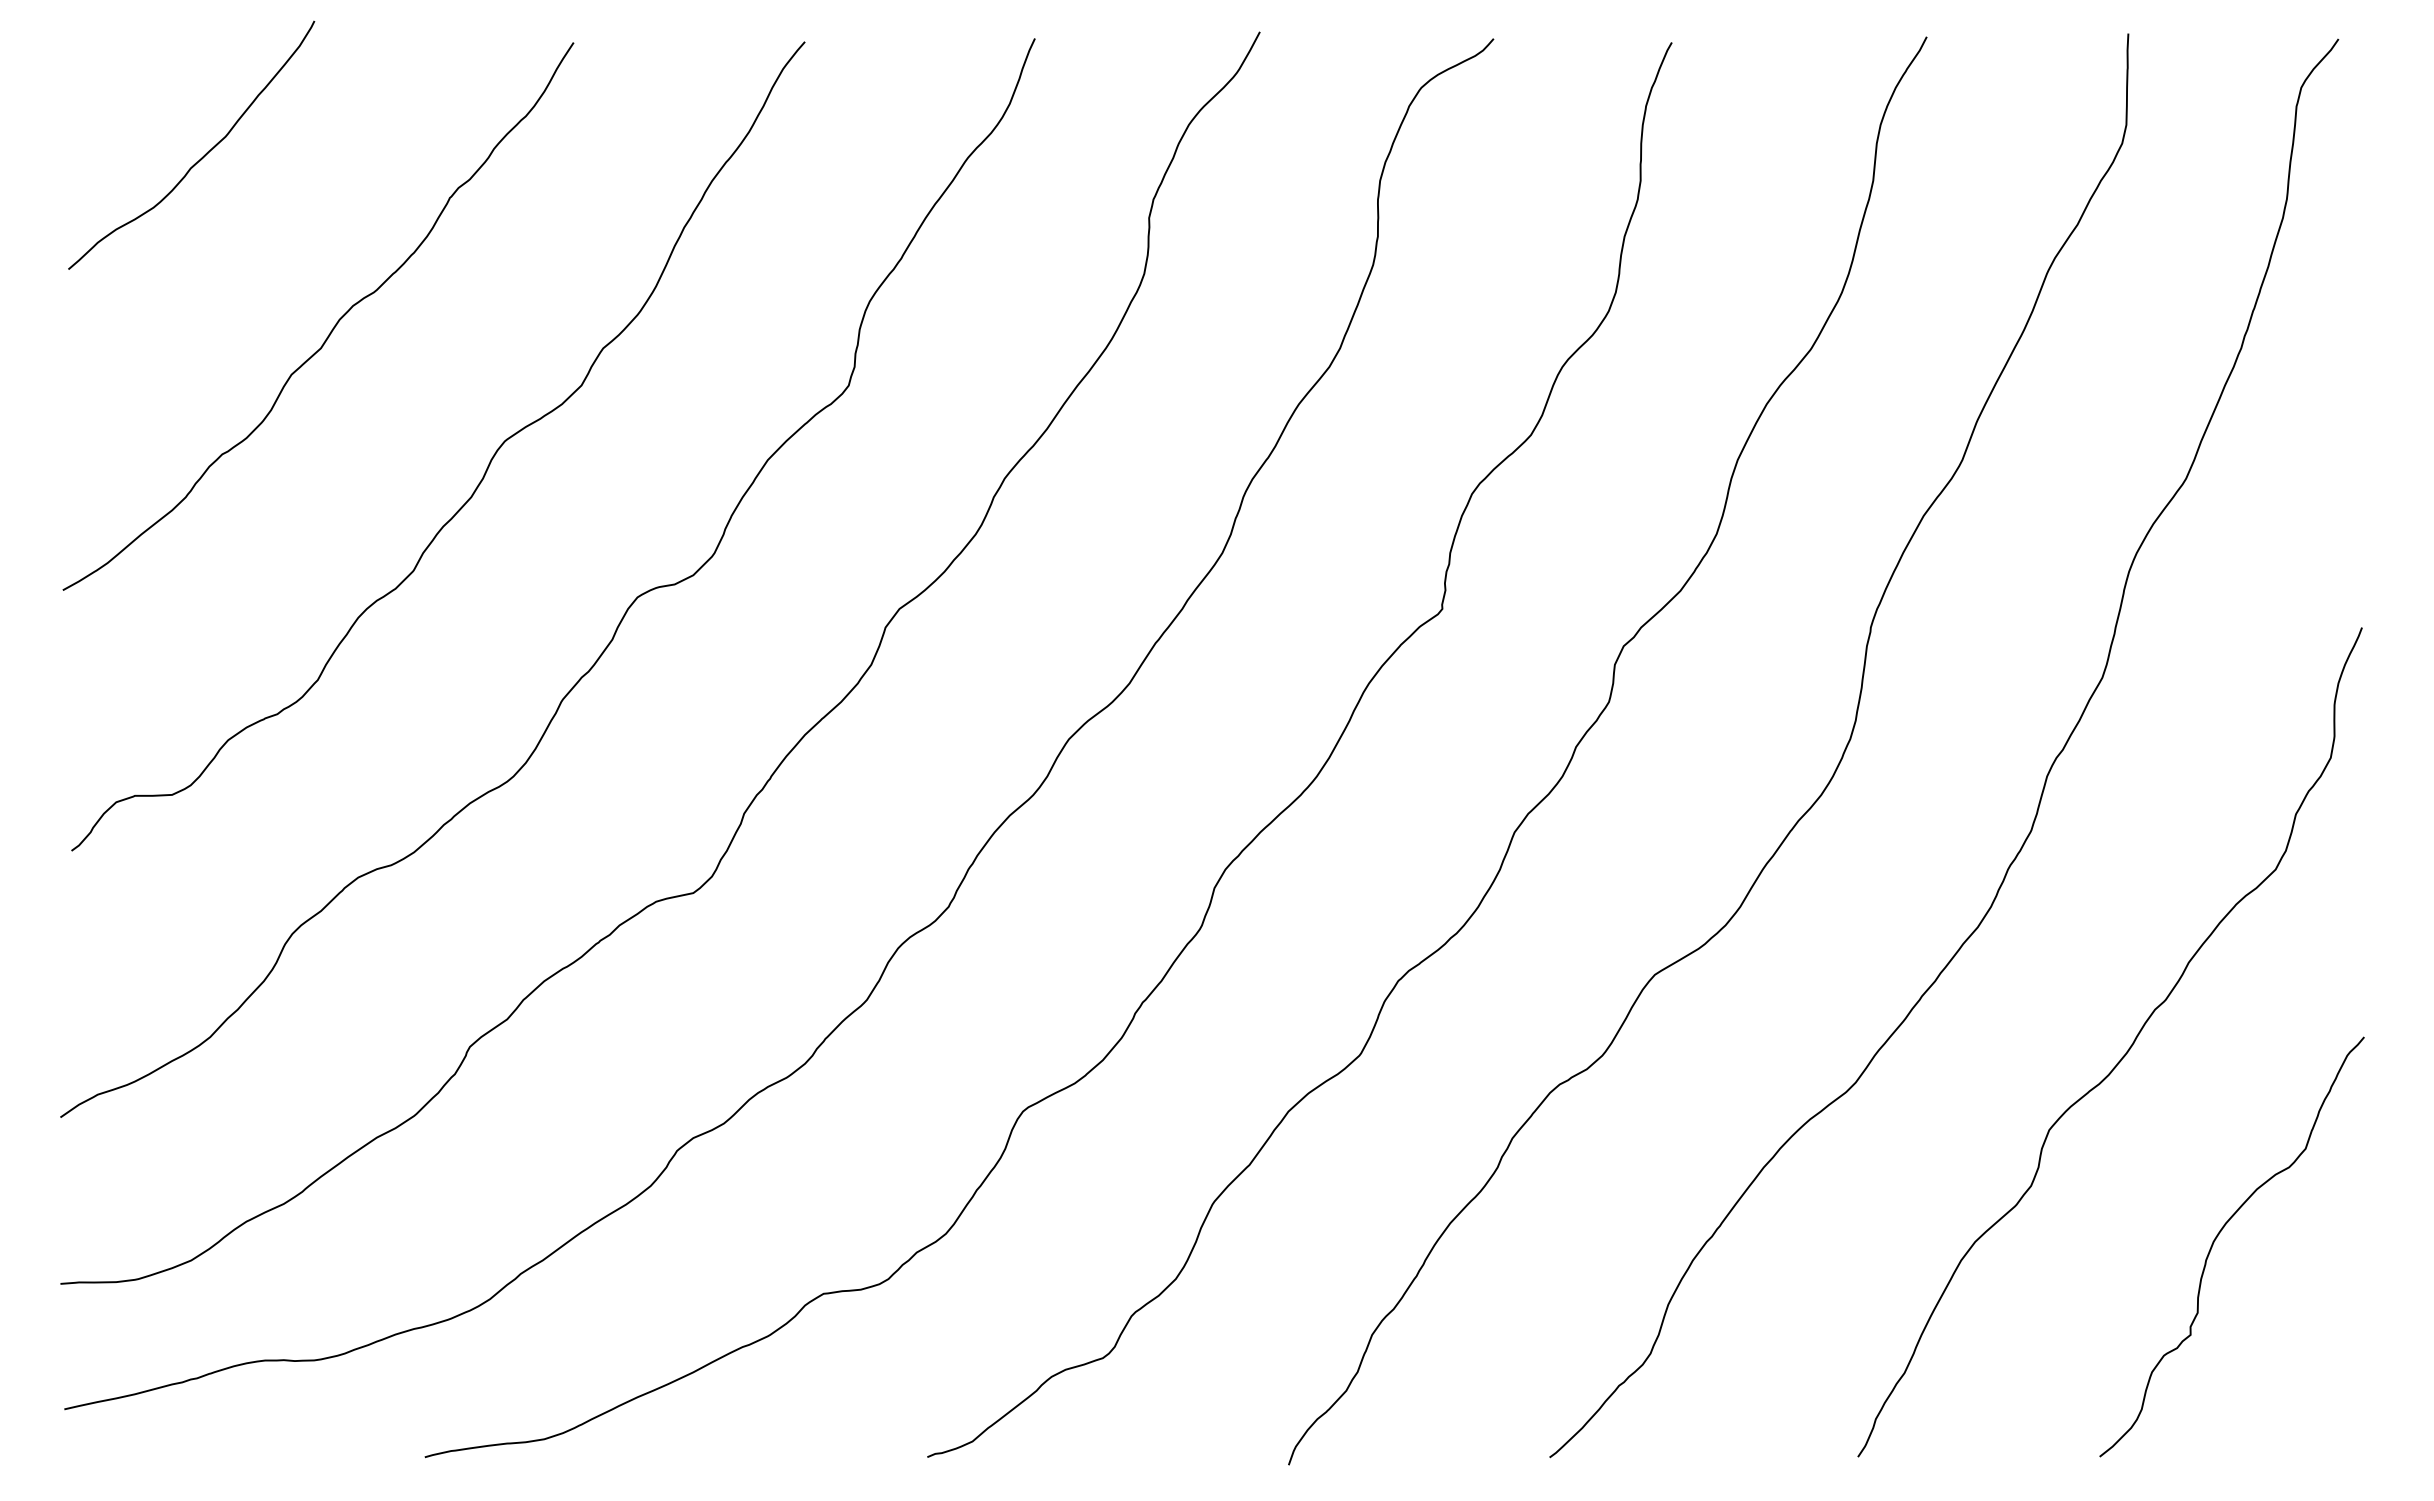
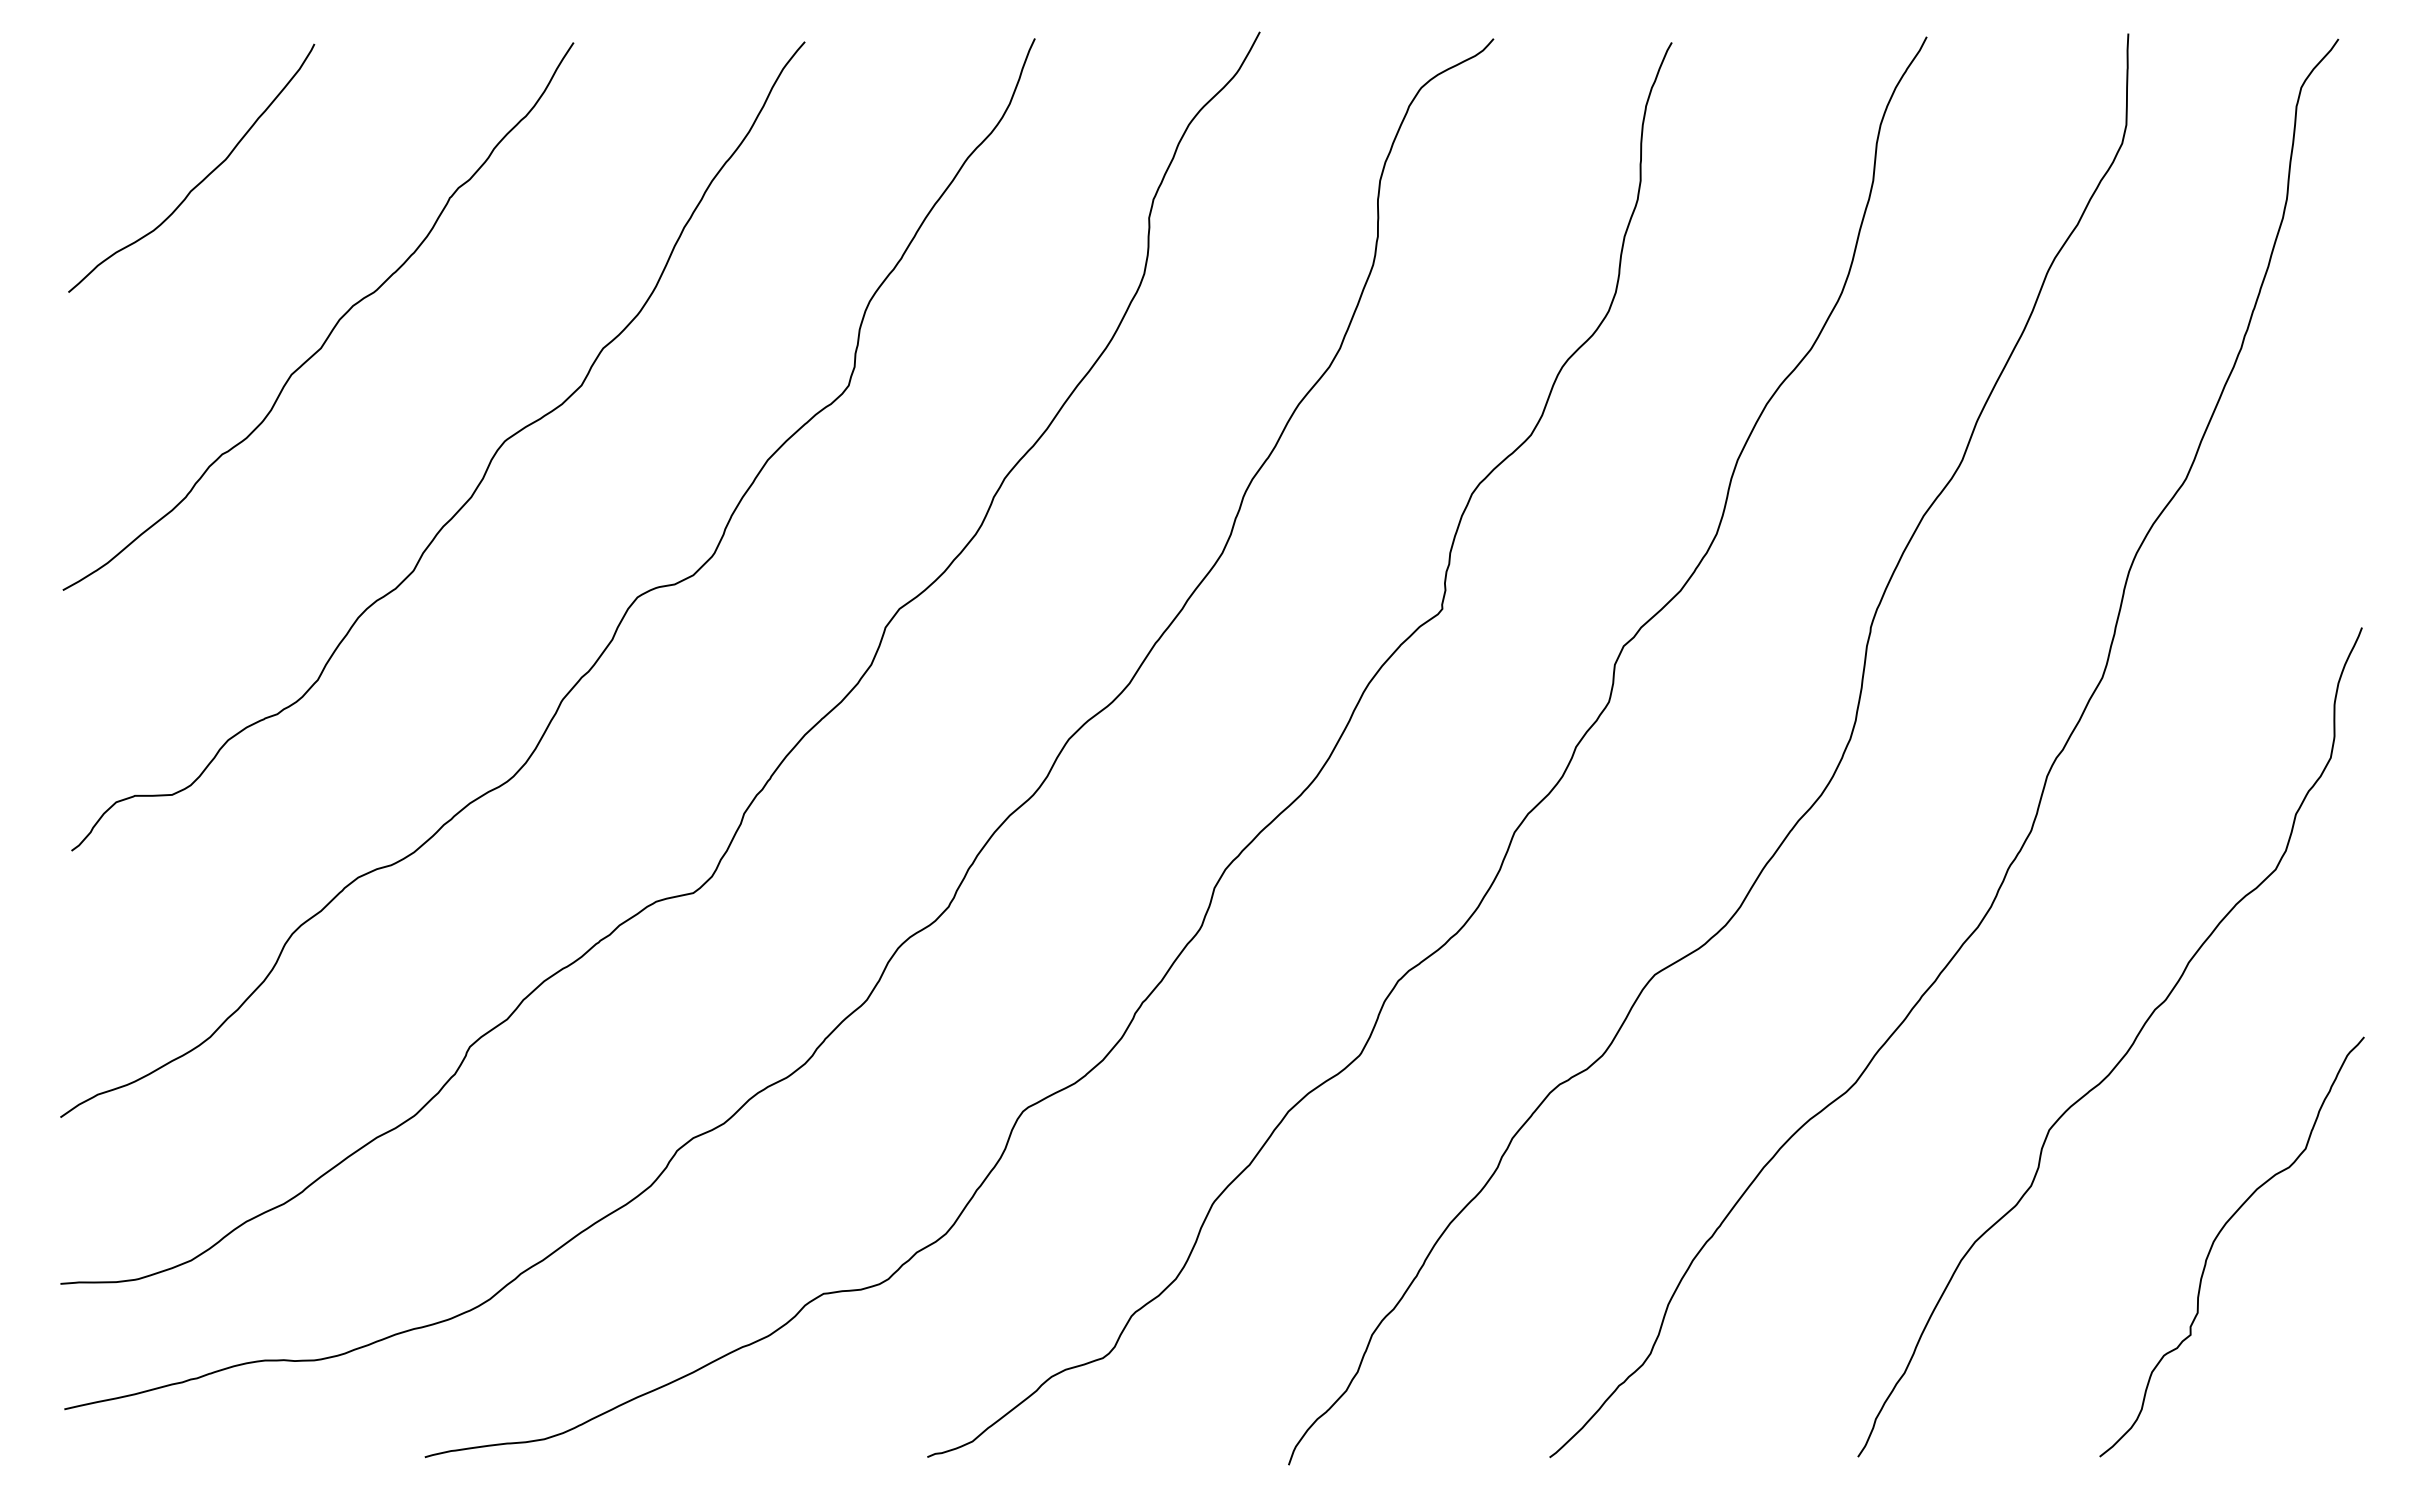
curve at (203, 155) position: (203, 155) -> (203, 178)
